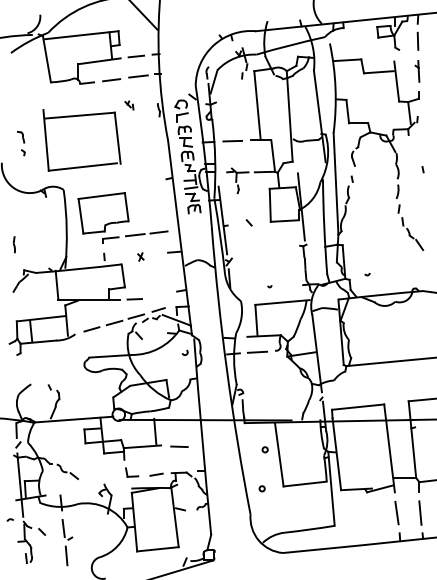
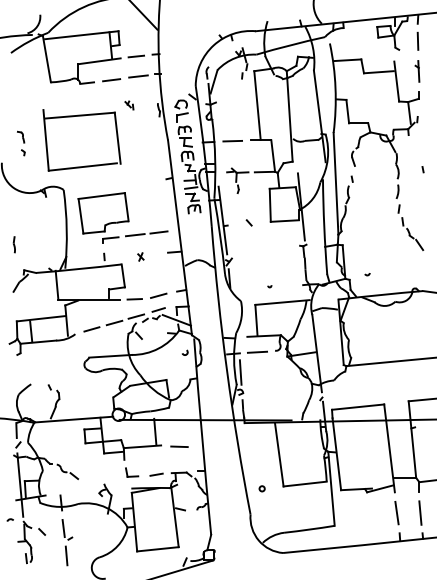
line at (158, 295): none -> present
line at (240, 372): none -> present
circle at (264, 449): present -> none
